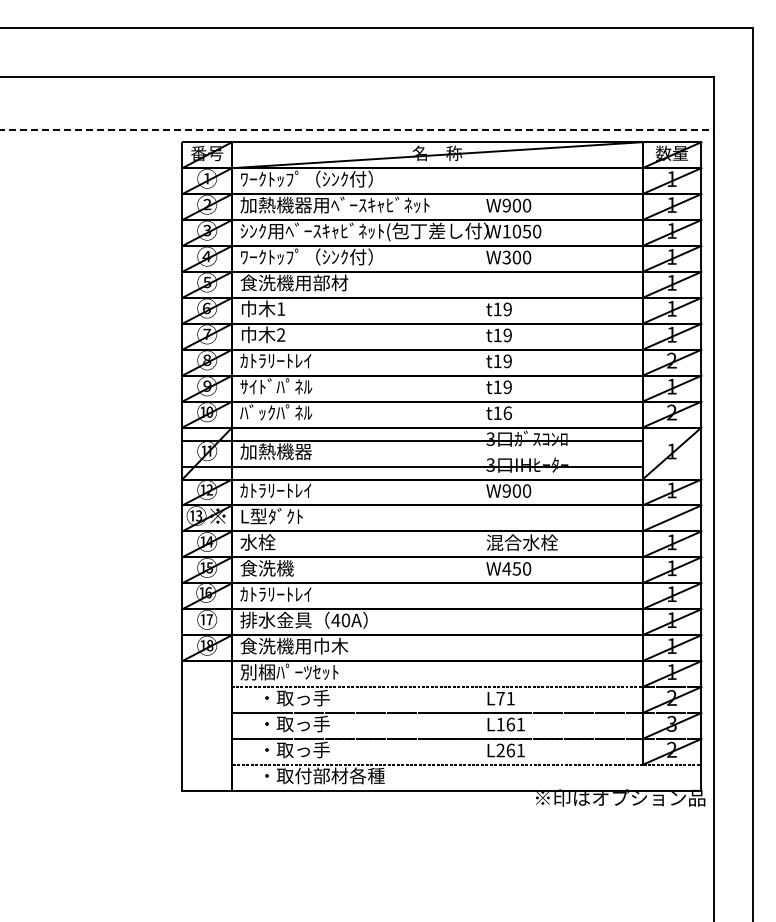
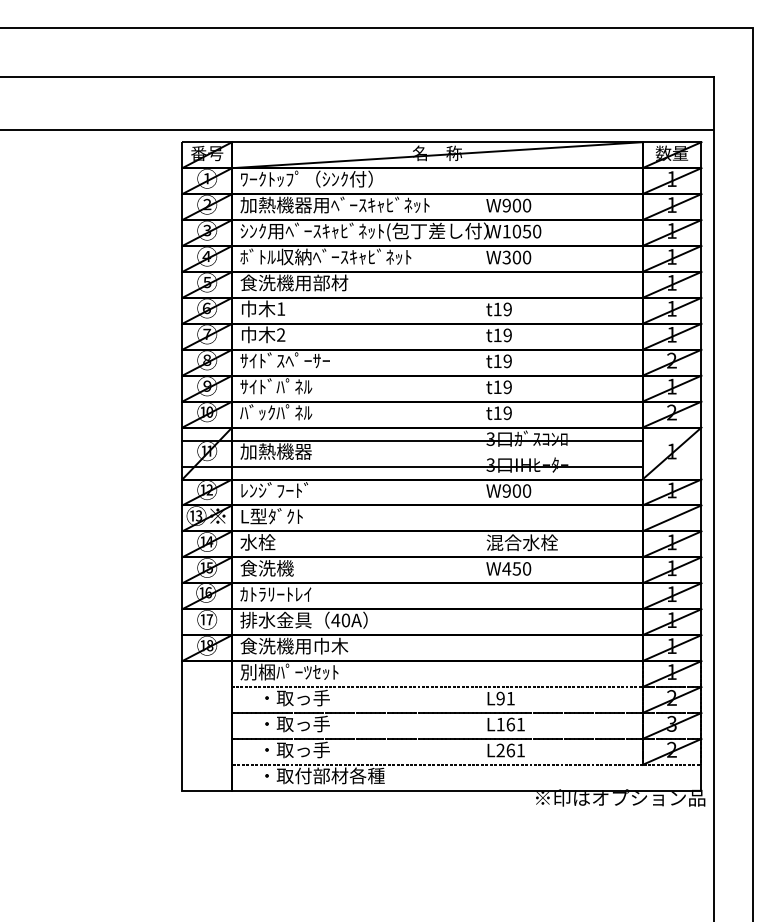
line at (357, 130): dashed -> solid
text at (325, 256): ﾜｰｸﾄｯﾌﾟ（ｼﾝｸ付） -> ﾎﾞﾄﾙ収納ﾍﾞｰｽｷｬﾋﾞﾈｯﾄ
text at (284, 360): ｶﾄﾗﾘｰﾄﾚｲ -> ｻｲﾄﾞｽﾍﾟｰｻｰ
text at (507, 413): t16 -> t19
text at (275, 489): ｶﾄﾗﾘｰﾄﾚｲ -> ﾚﾝｼﾞﾌｰﾄﾞ
text at (500, 698): L71 -> L91
